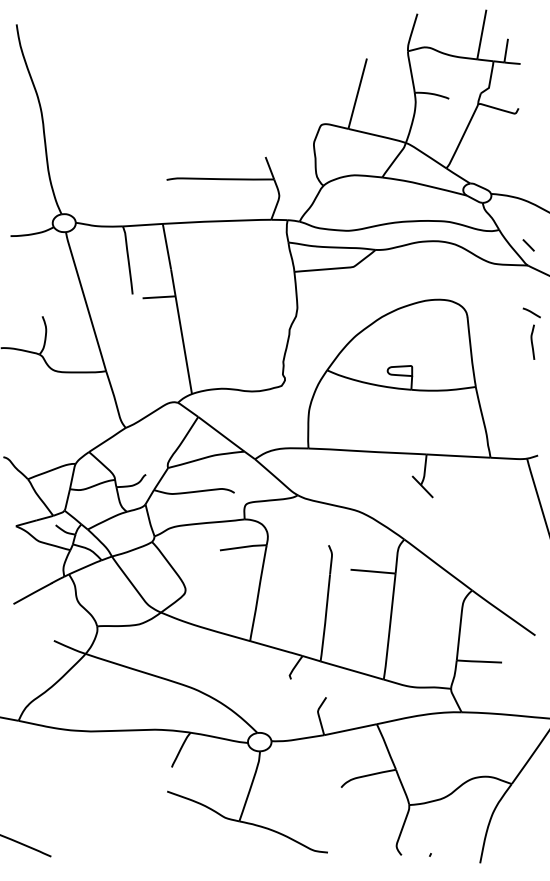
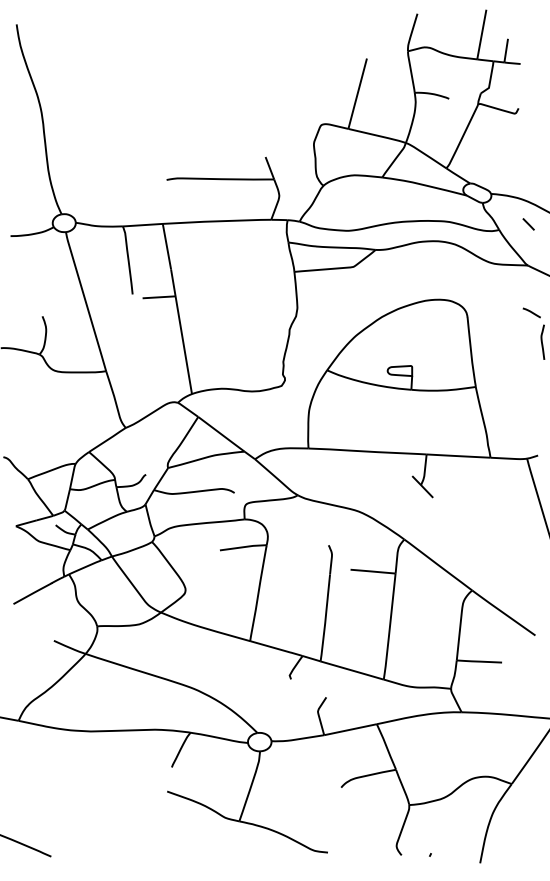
line at (528, 245) position: (528, 245) -> (528, 224)
curve at (532, 341) position: (532, 341) -> (542, 341)
